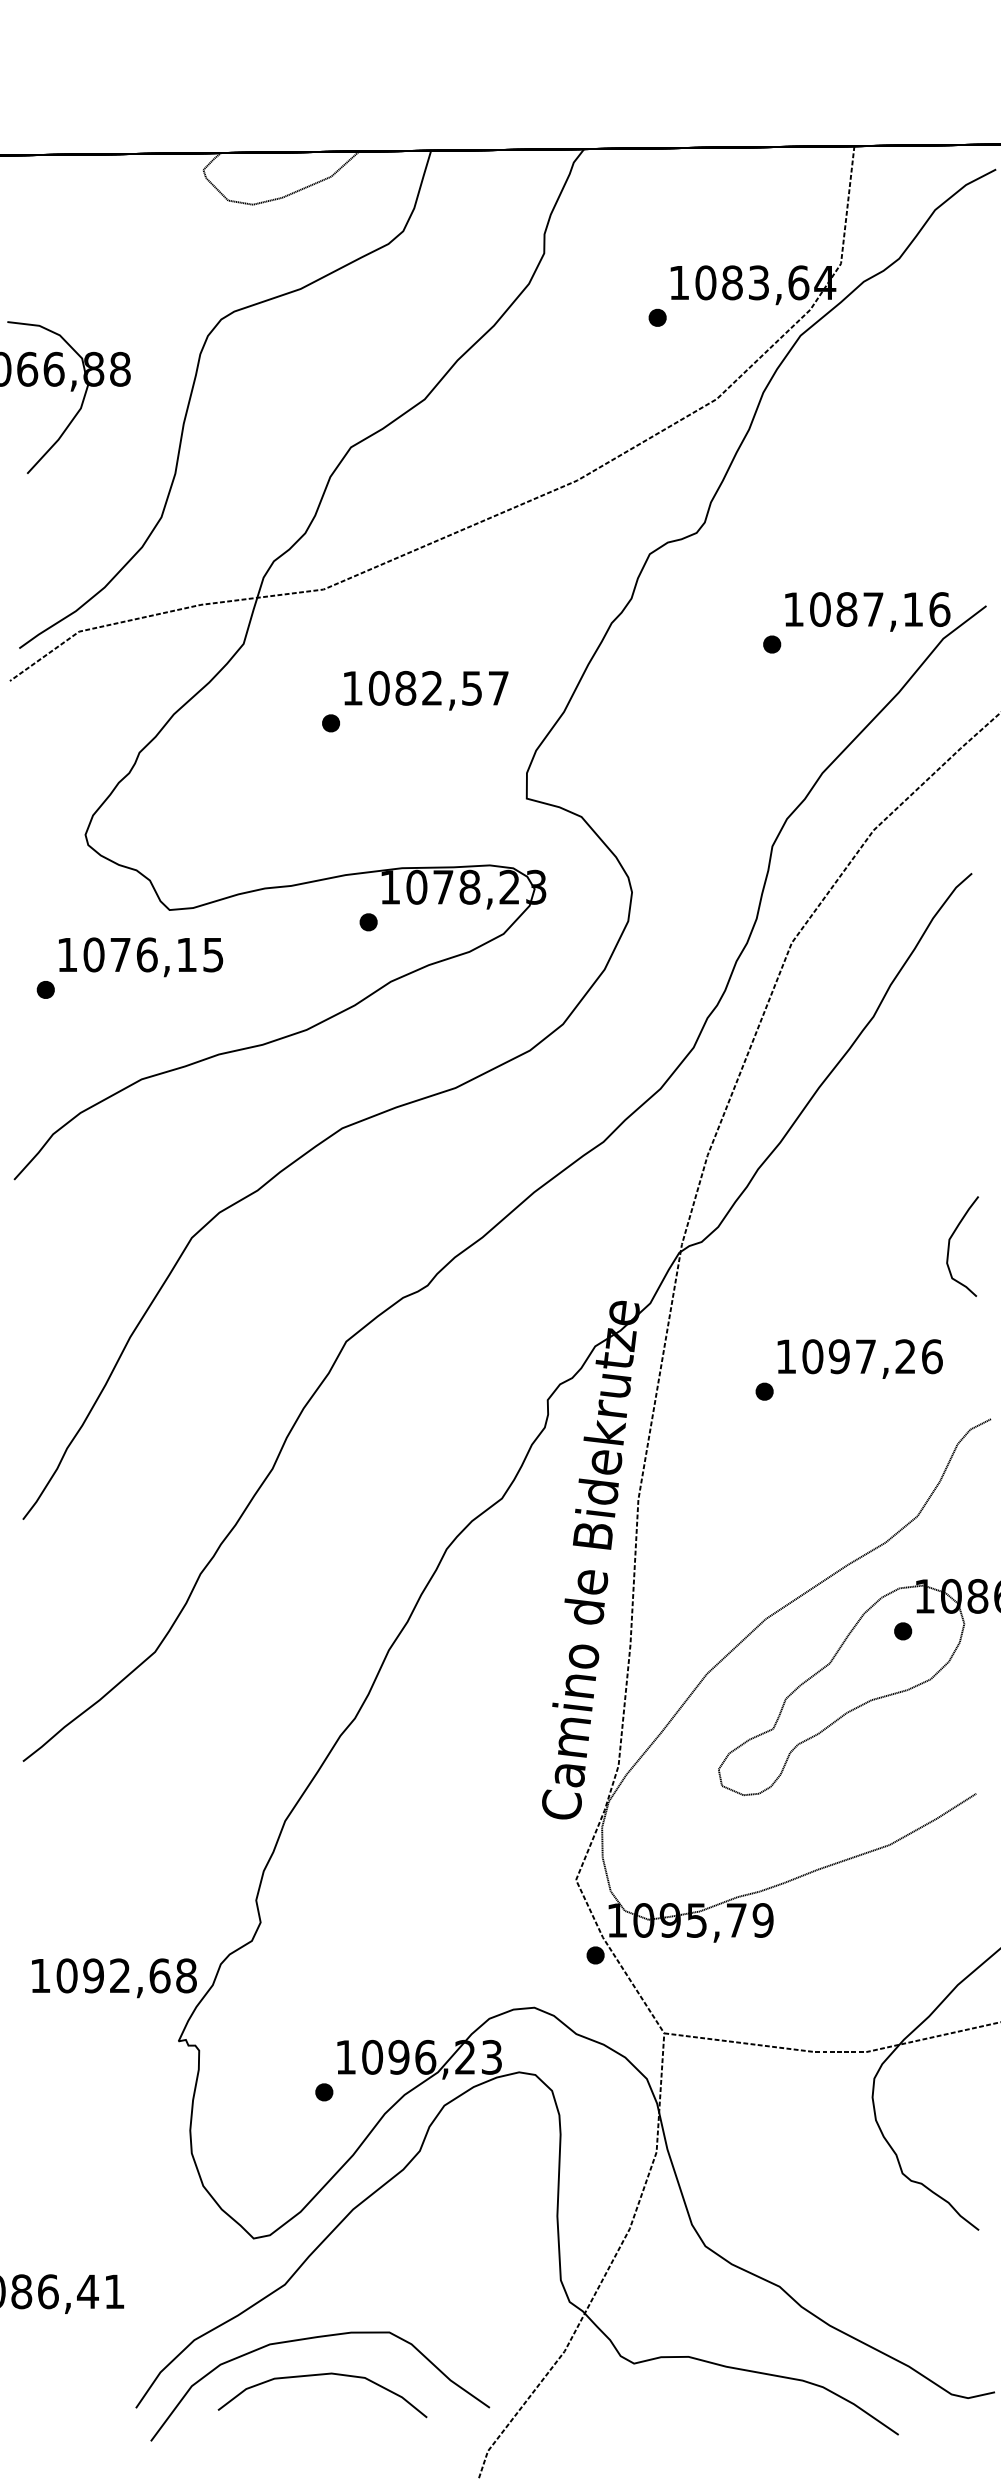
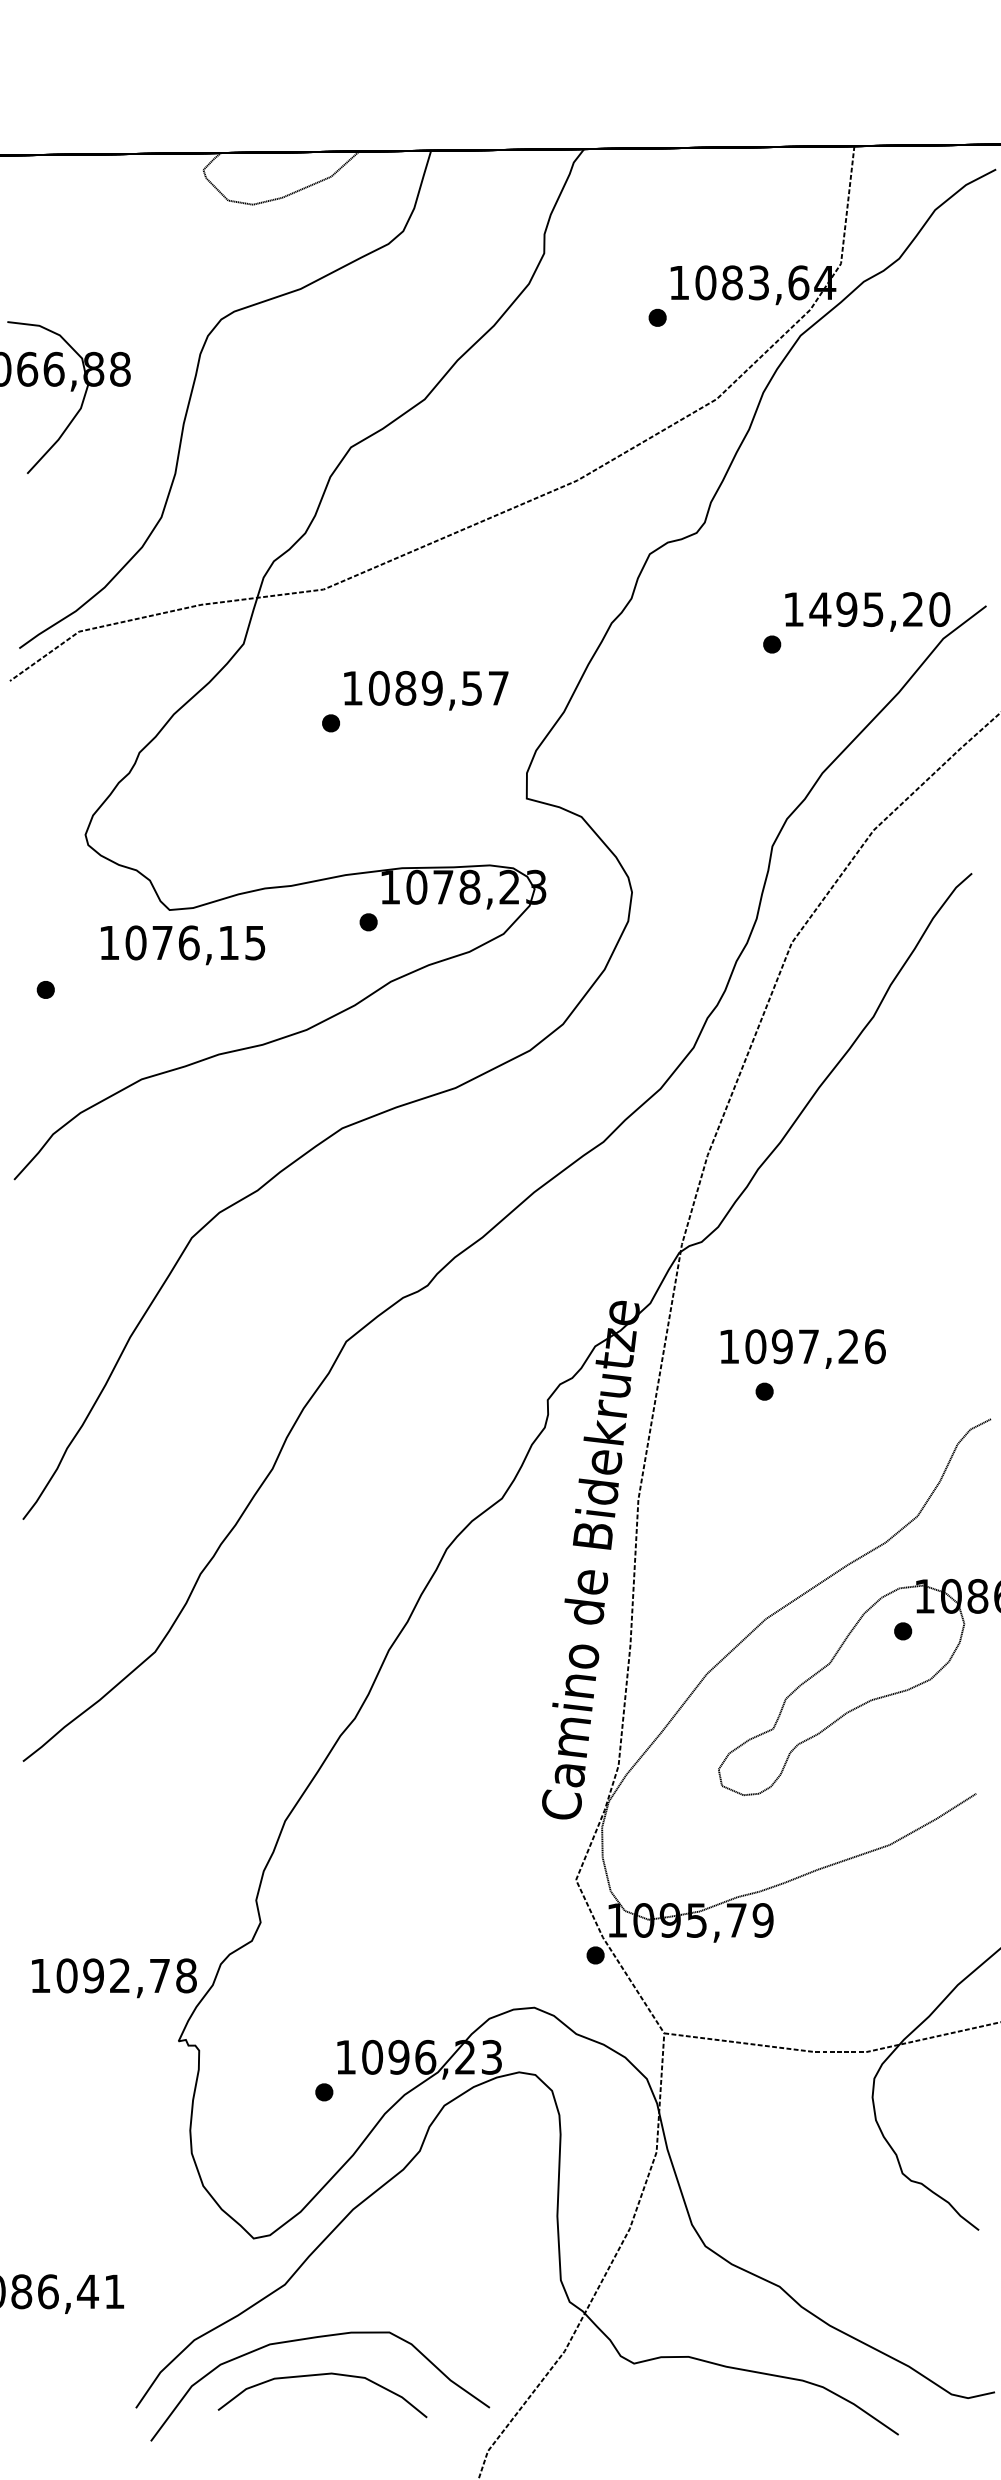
text at (879, 609): 1087,16 -> 1495,20
text at (431, 688): 1082,57 -> 1089,57
text at (141, 957) position: (141, 957) -> (183, 945)
curve at (950, 1241): present -> none
text at (859, 1358) position: (859, 1358) -> (802, 1348)
text at (159, 1975): 1092,68 -> 1092,78
